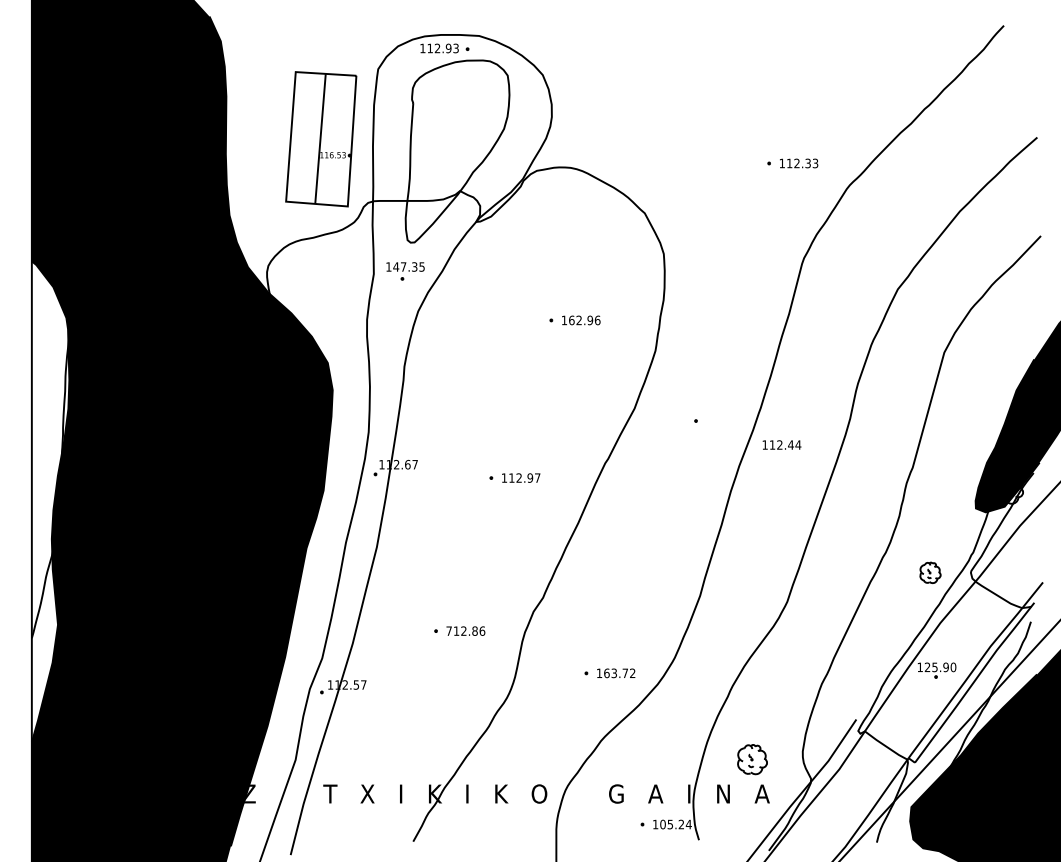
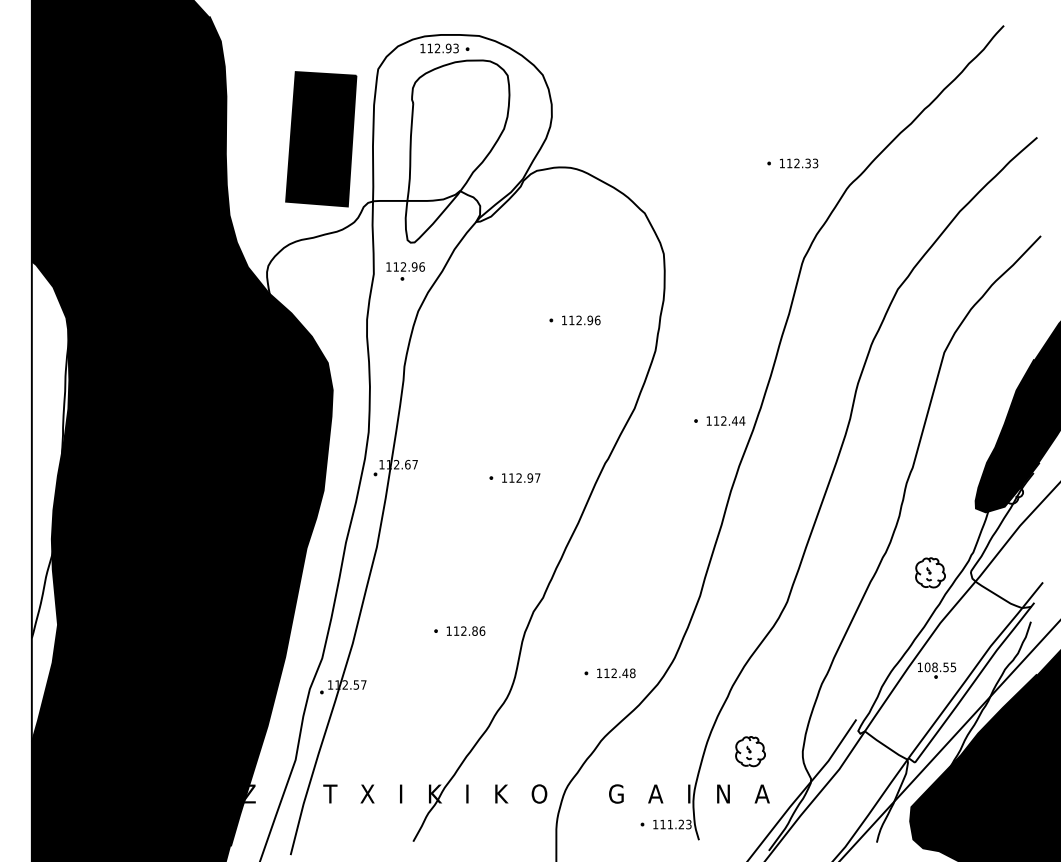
fill at (321, 139): none -> present
text at (408, 266): 147.35 -> 112.96
text at (571, 320): 162.96 -> 112.96
text at (781, 444) position: (781, 444) -> (725, 420)
part at (930, 572) size: 23x23 px -> 31x32 px
text at (448, 630): 712.86 -> 112.86
text at (940, 667): 125.90 -> 108.55
text at (619, 673): 163.72 -> 112.48
part at (752, 759) position: (752, 759) -> (750, 751)
text at (675, 824): 105.24 -> 111.23
